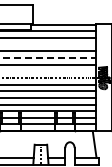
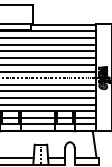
line at (49, 44): none -> present
line at (48, 58): dashed -> solid
line at (49, 71): none -> present
